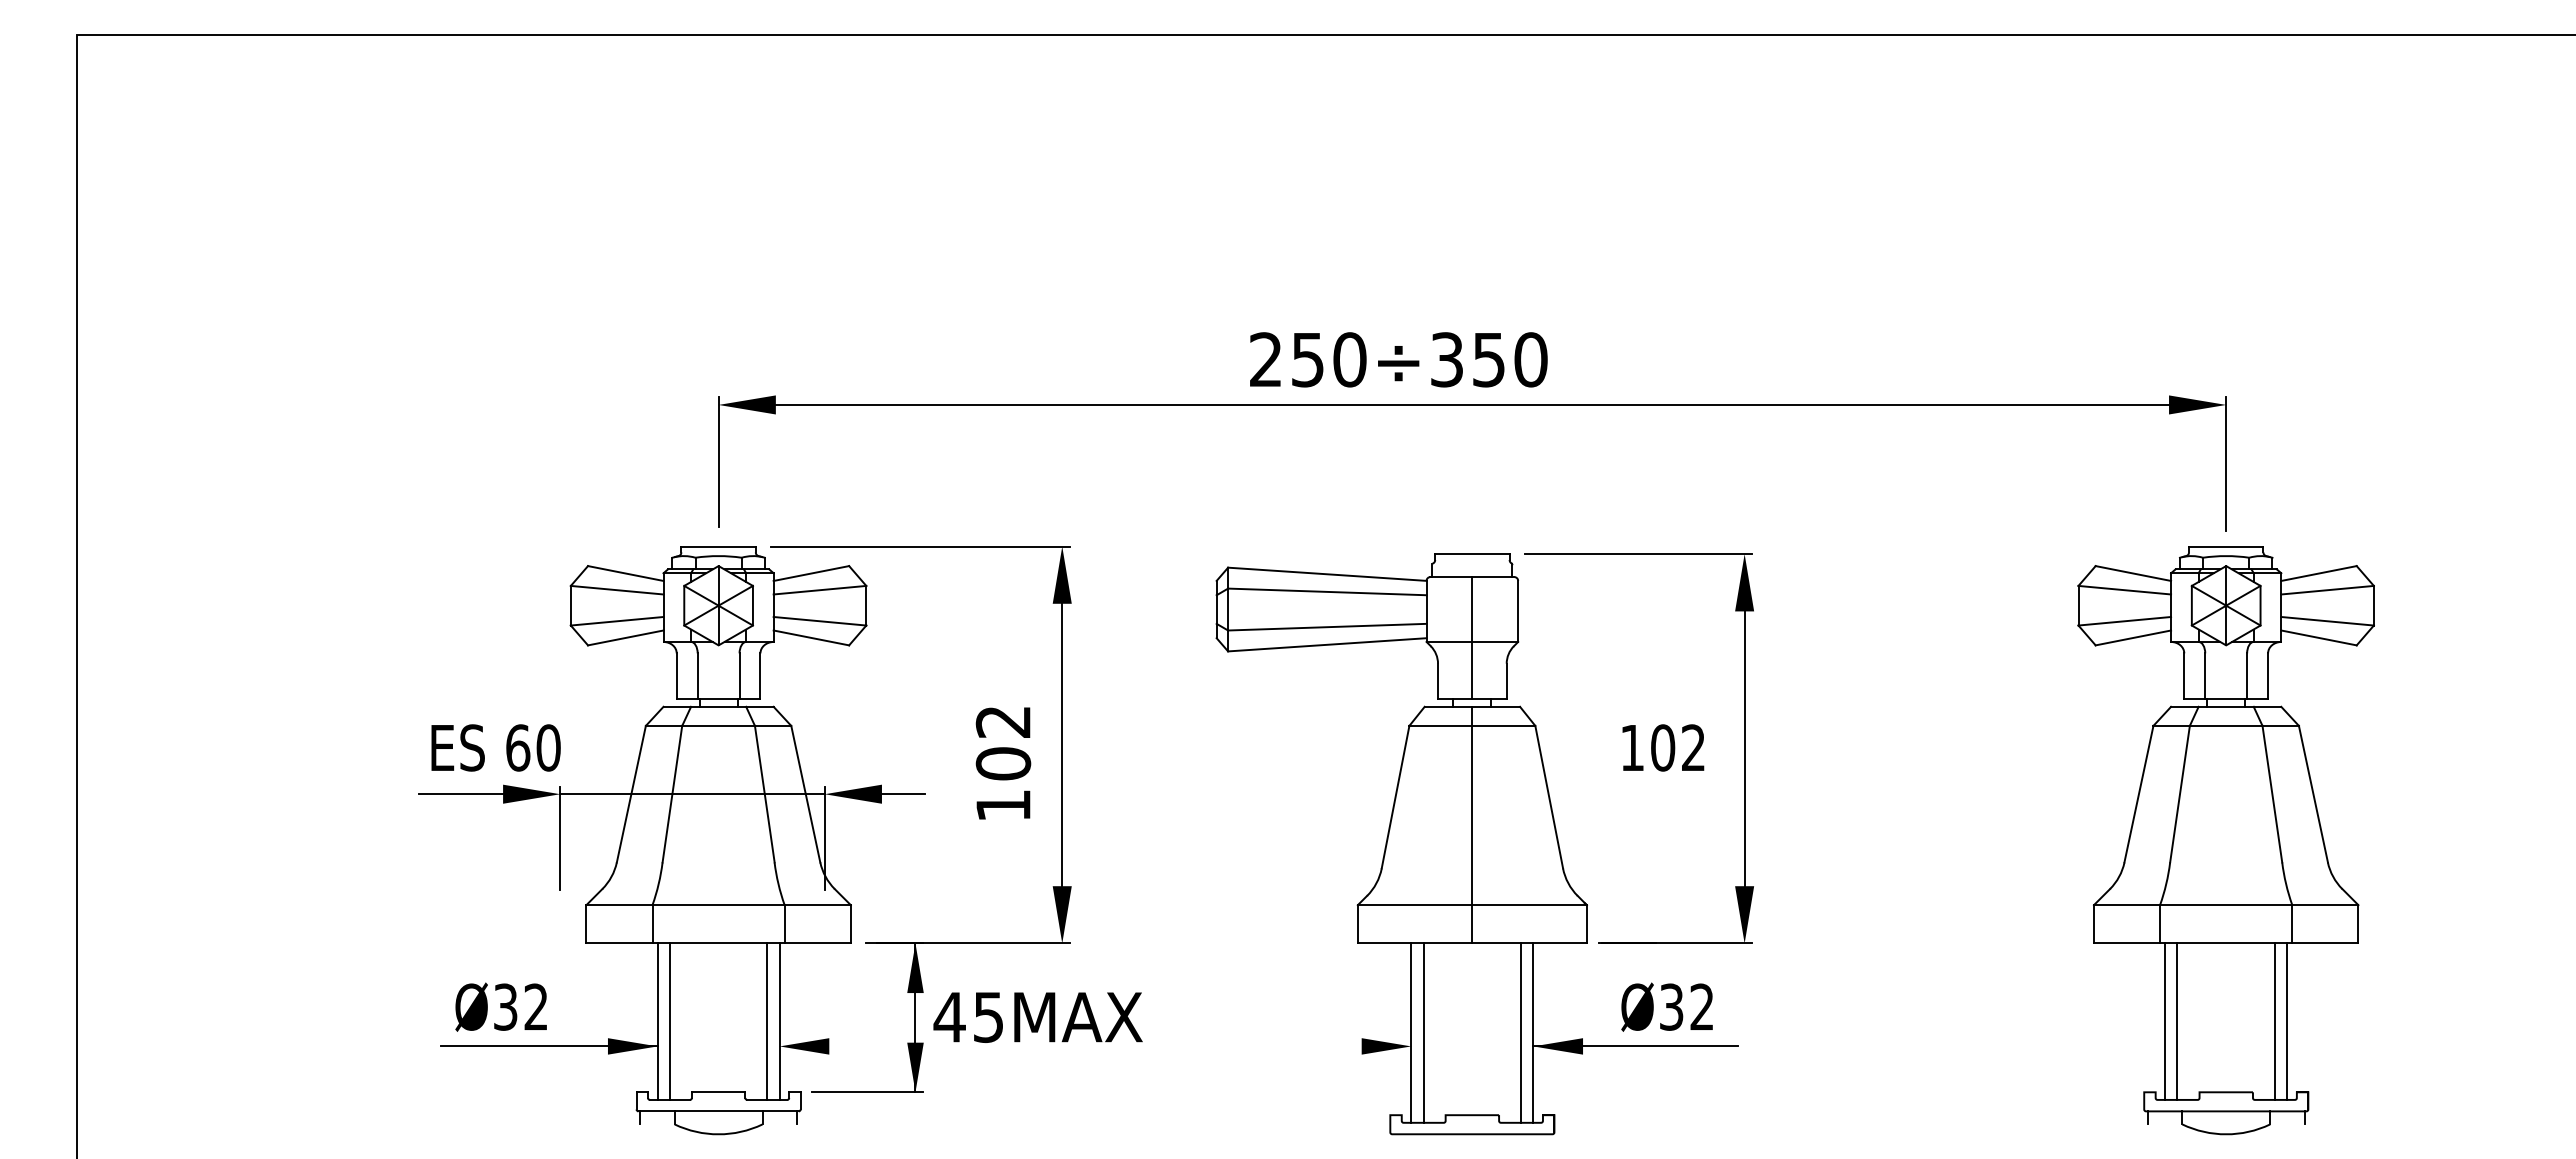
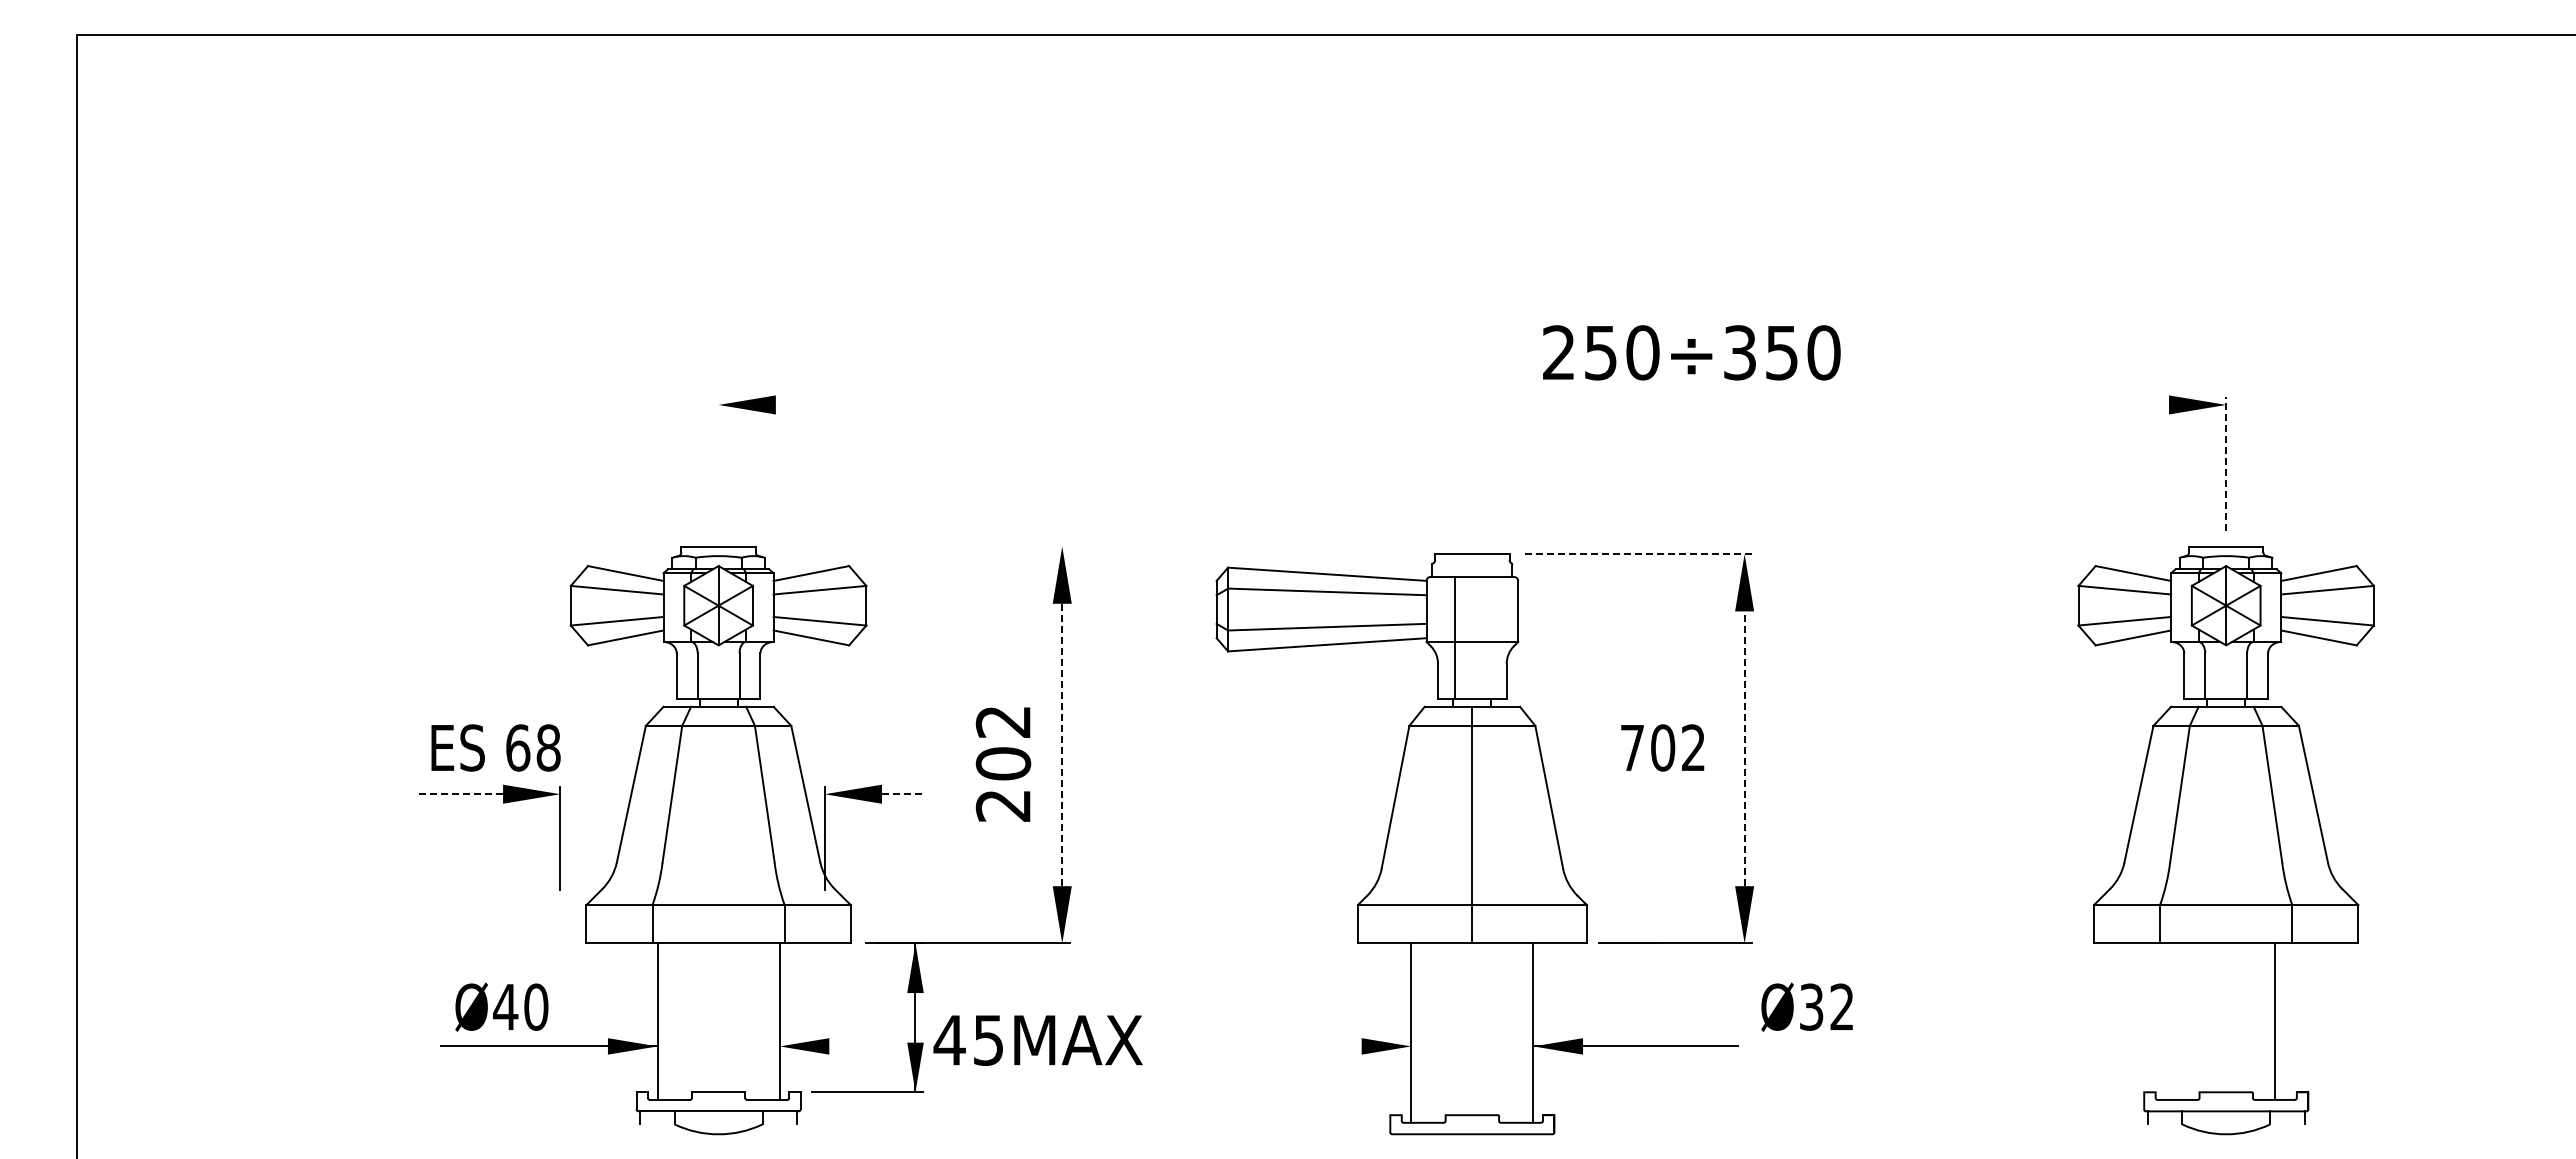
text at (1398, 359) position: (1398, 359) -> (1691, 352)
line at (1472, 404): present -> none
line at (718, 462): present -> none
line at (2226, 464): solid -> dashed
line at (920, 546): present -> none
line at (1638, 554): solid -> dashed
line at (1472, 638) position: (1472, 638) -> (1455, 638)
line at (1062, 745): solid -> dashed
text at (548, 747): 60 -> 68
text at (1632, 747): 102 -> 702
line at (1744, 748): solid -> dashed
line at (461, 794): solid -> dashed
line at (692, 794): present -> none
line at (903, 794): solid -> dashed
text at (1002, 805): 102 -> 202
text at (520, 1006): Ø32 -> Ø40
text at (1666, 1006) position: (1666, 1006) -> (1806, 1006)
text at (1037, 1017) position: (1037, 1017) -> (1037, 1040)
line at (669, 1021): present -> none
line at (767, 1021): present -> none
line at (2165, 1021): present -> none
line at (2177, 1021): present -> none
line at (2287, 1021): present -> none
line at (1423, 1032): present -> none
line at (1521, 1032): present -> none
